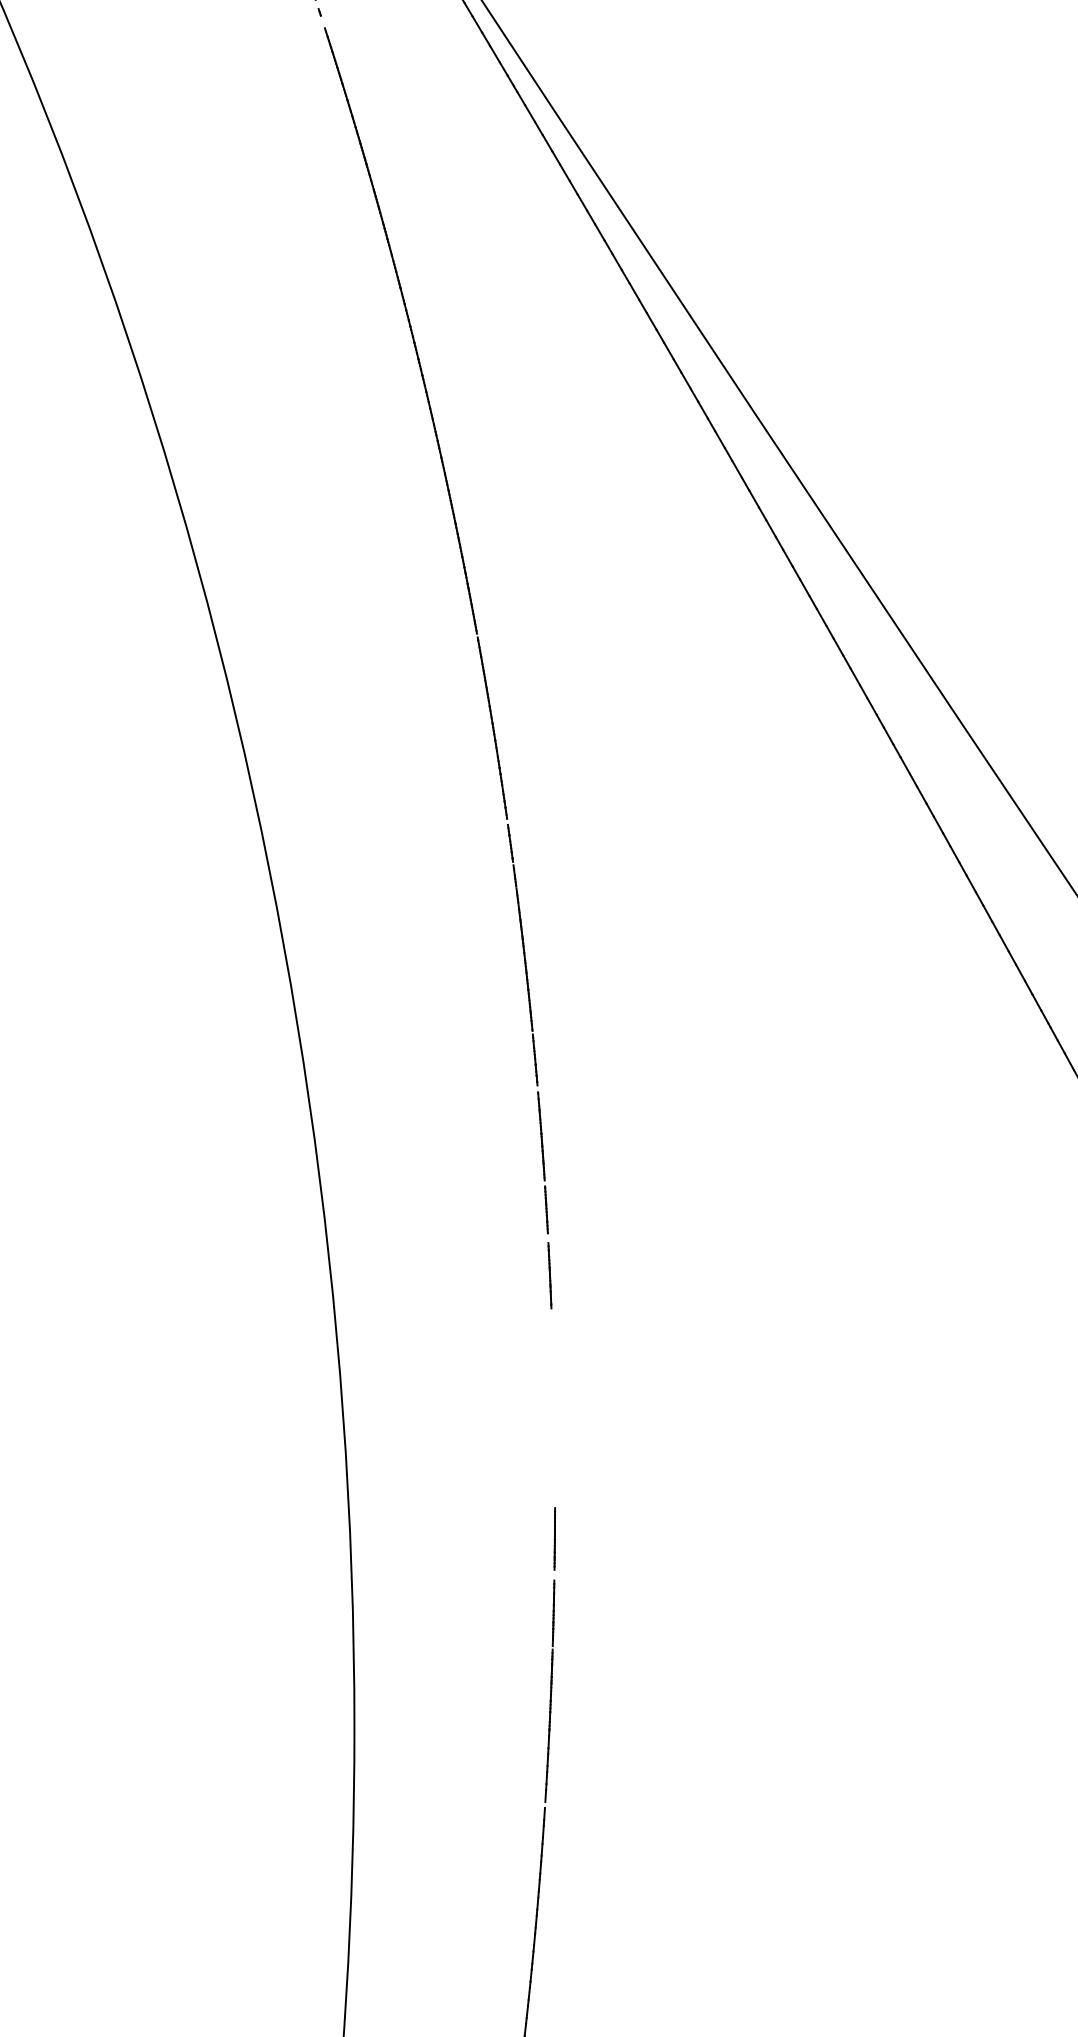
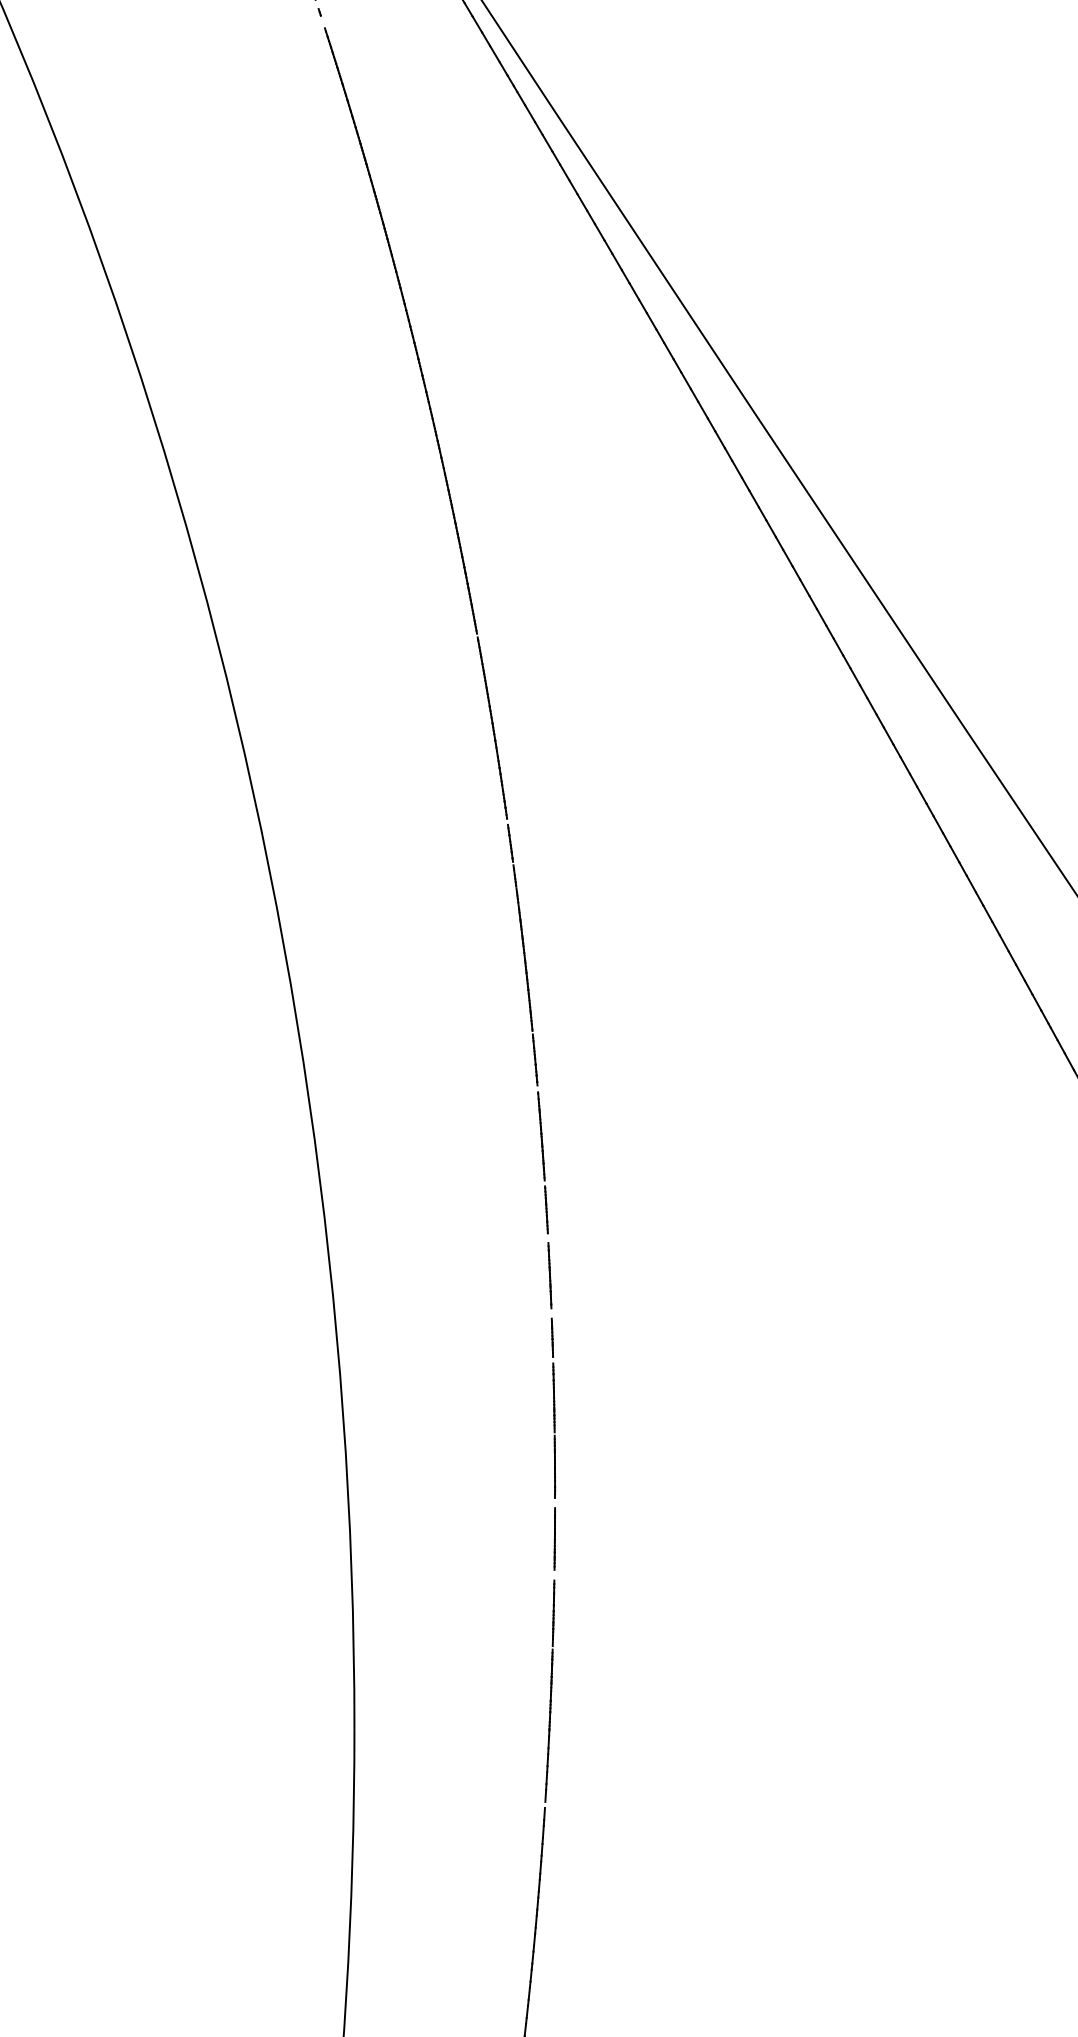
part at (553, 1407): none -> present
